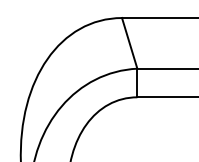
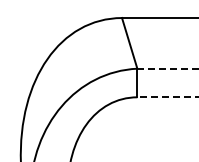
line at (168, 68): solid -> dashed
line at (167, 97): solid -> dashed
